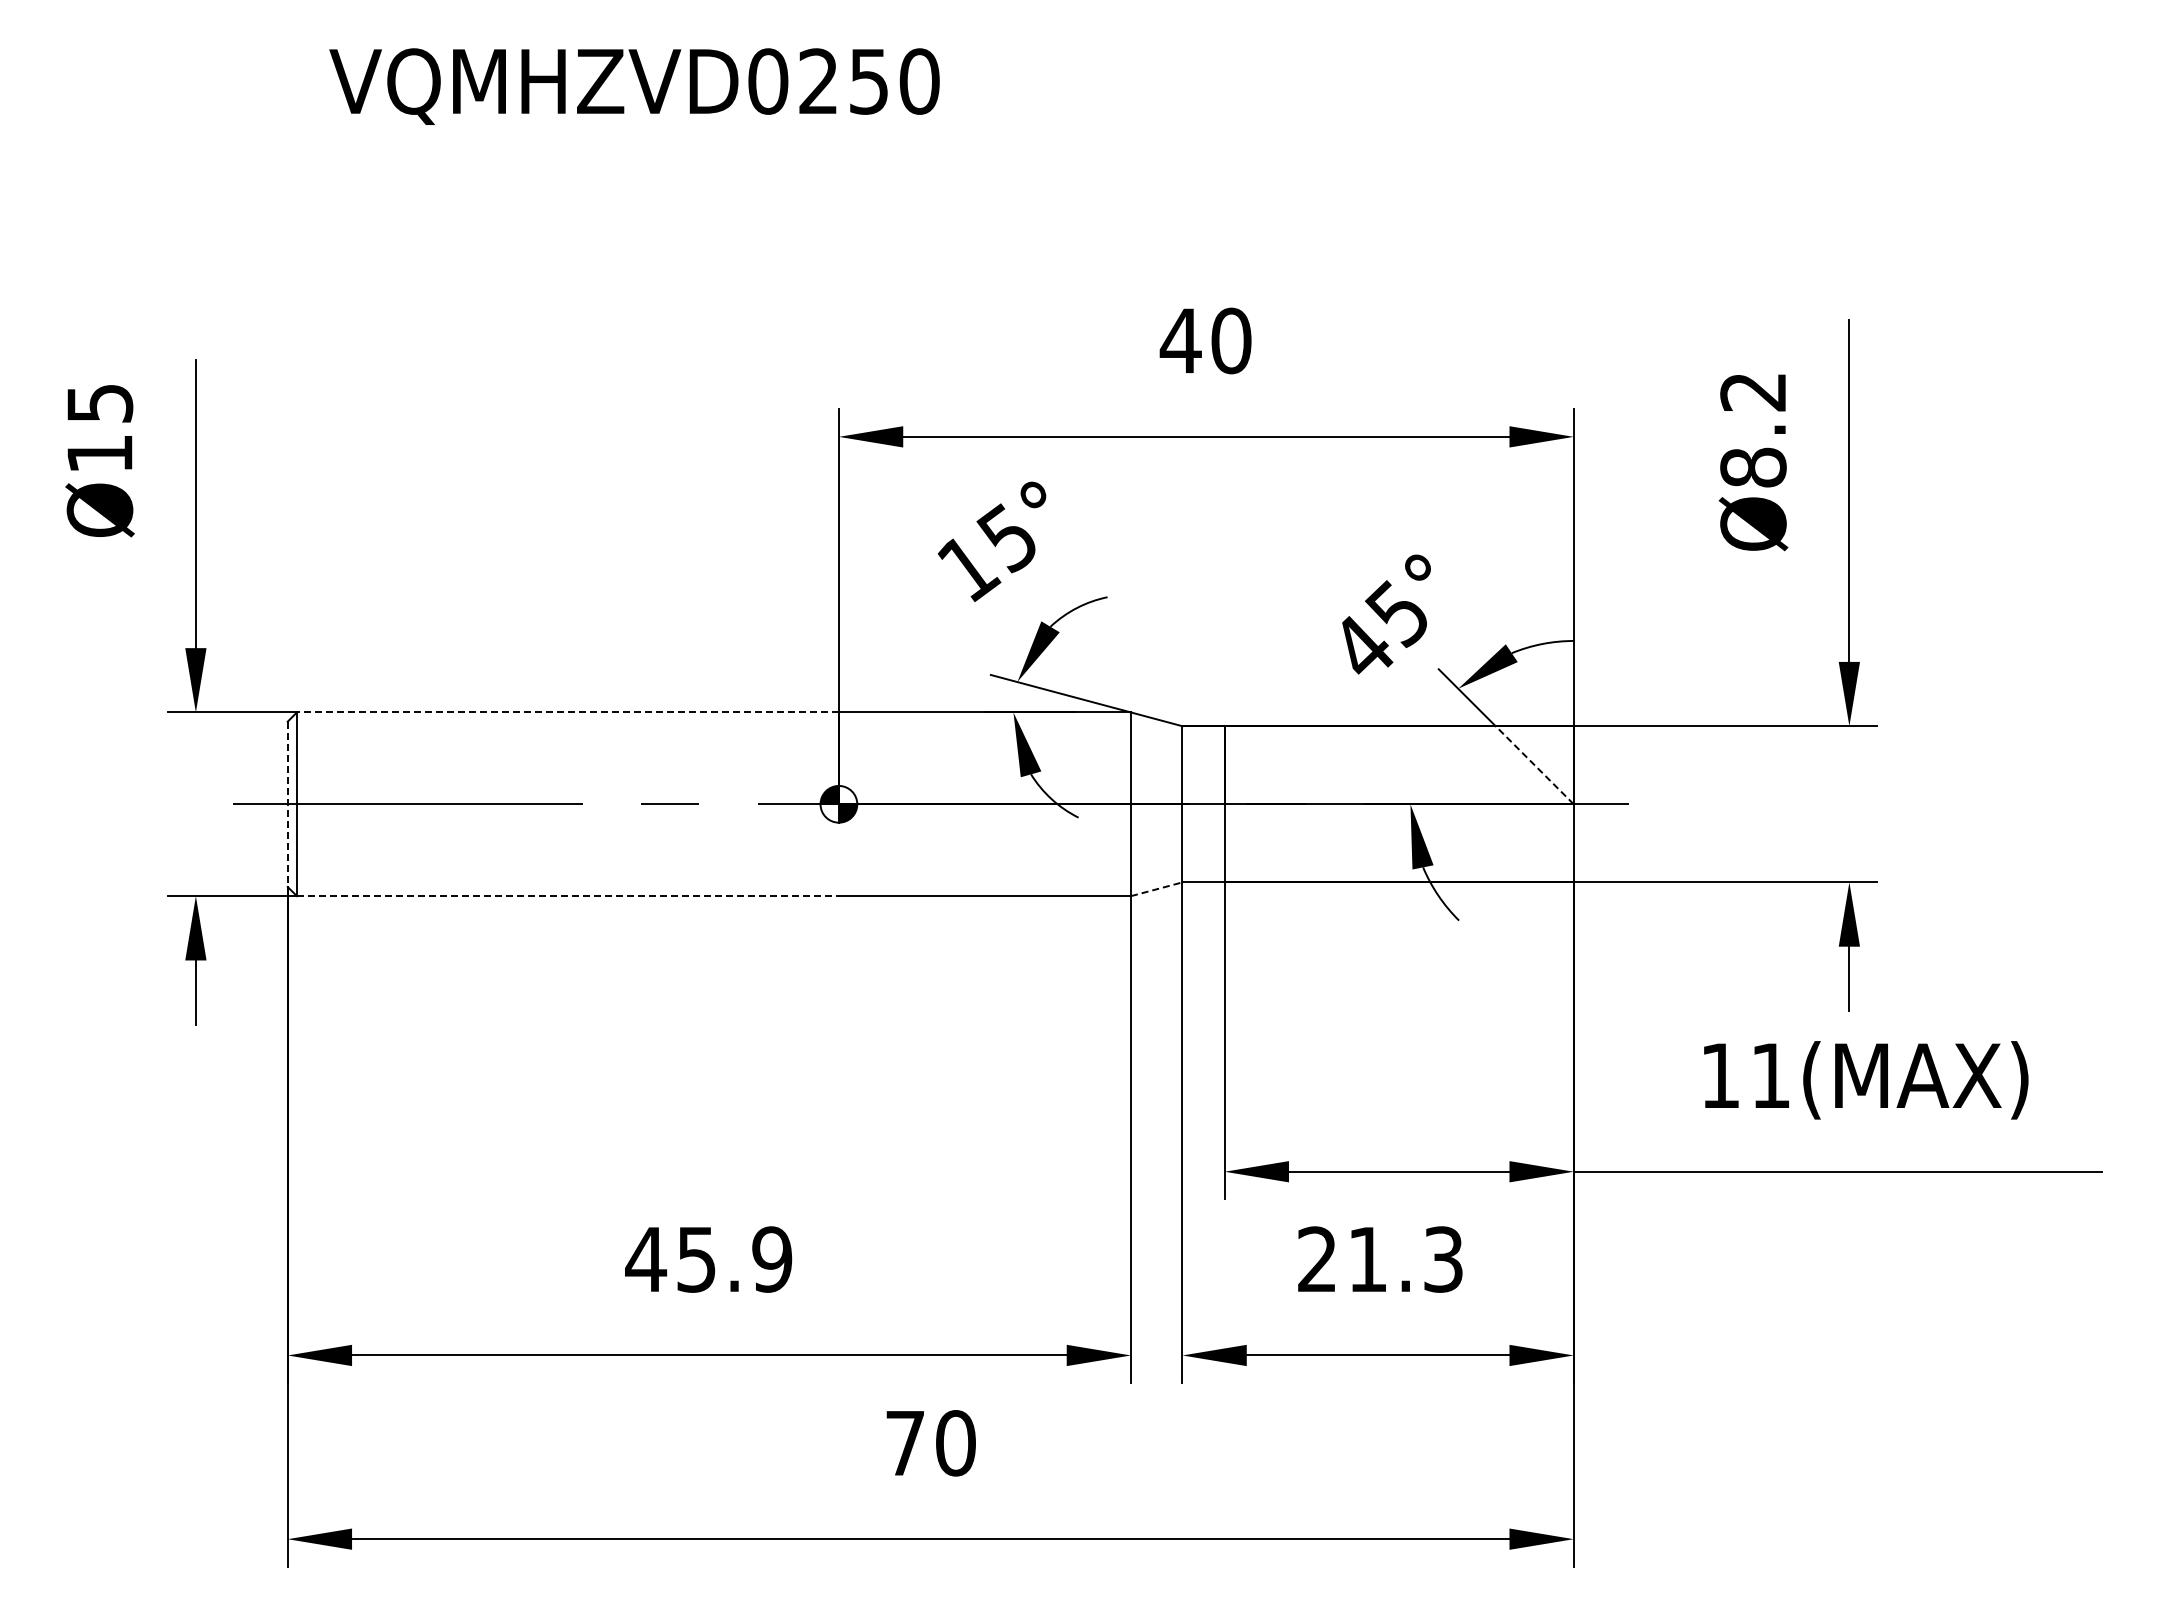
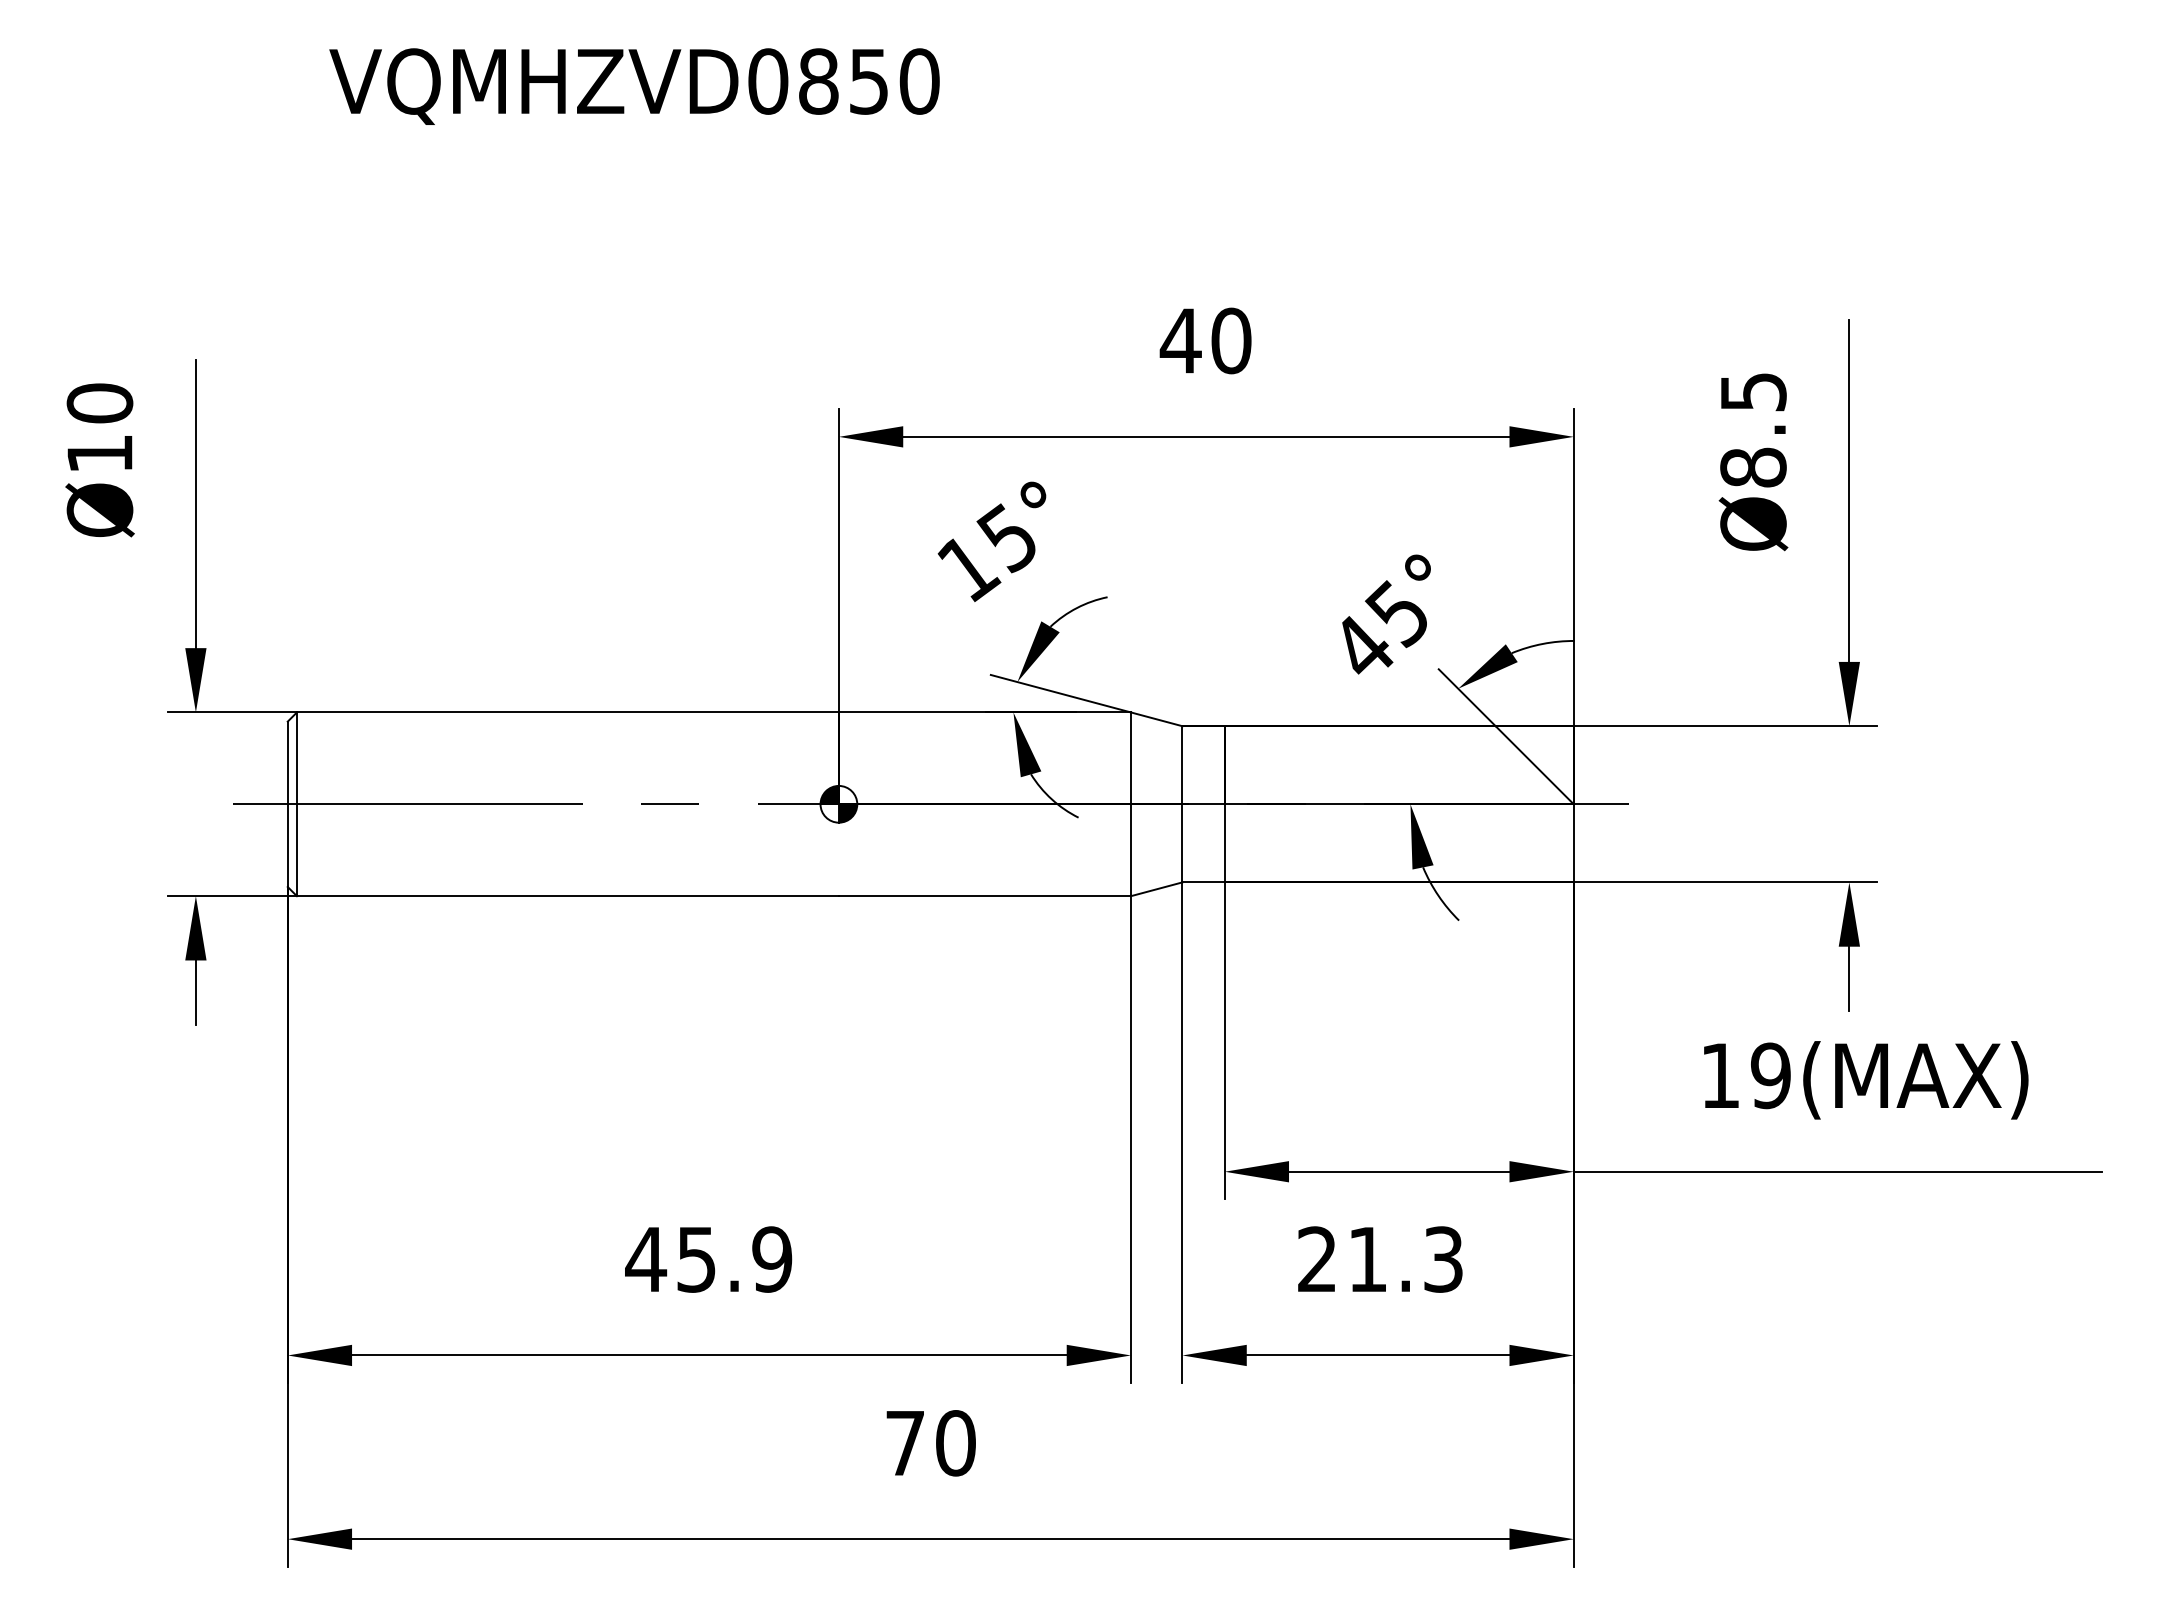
text at (818, 81): VQMHZVD0250 -> VQMHZVD0850
text at (1753, 392): Ø8.2 -> Ø8.5
text at (99, 403): Ø15 -> Ø10
line at (567, 712): dashed -> solid
line at (1534, 764): dashed -> solid
line at (287, 804): dashed -> solid
line at (1156, 889): dashed -> solid
line at (567, 896): dashed -> solid
text at (1770, 1075): 11(MAX) -> 19(MAX)
